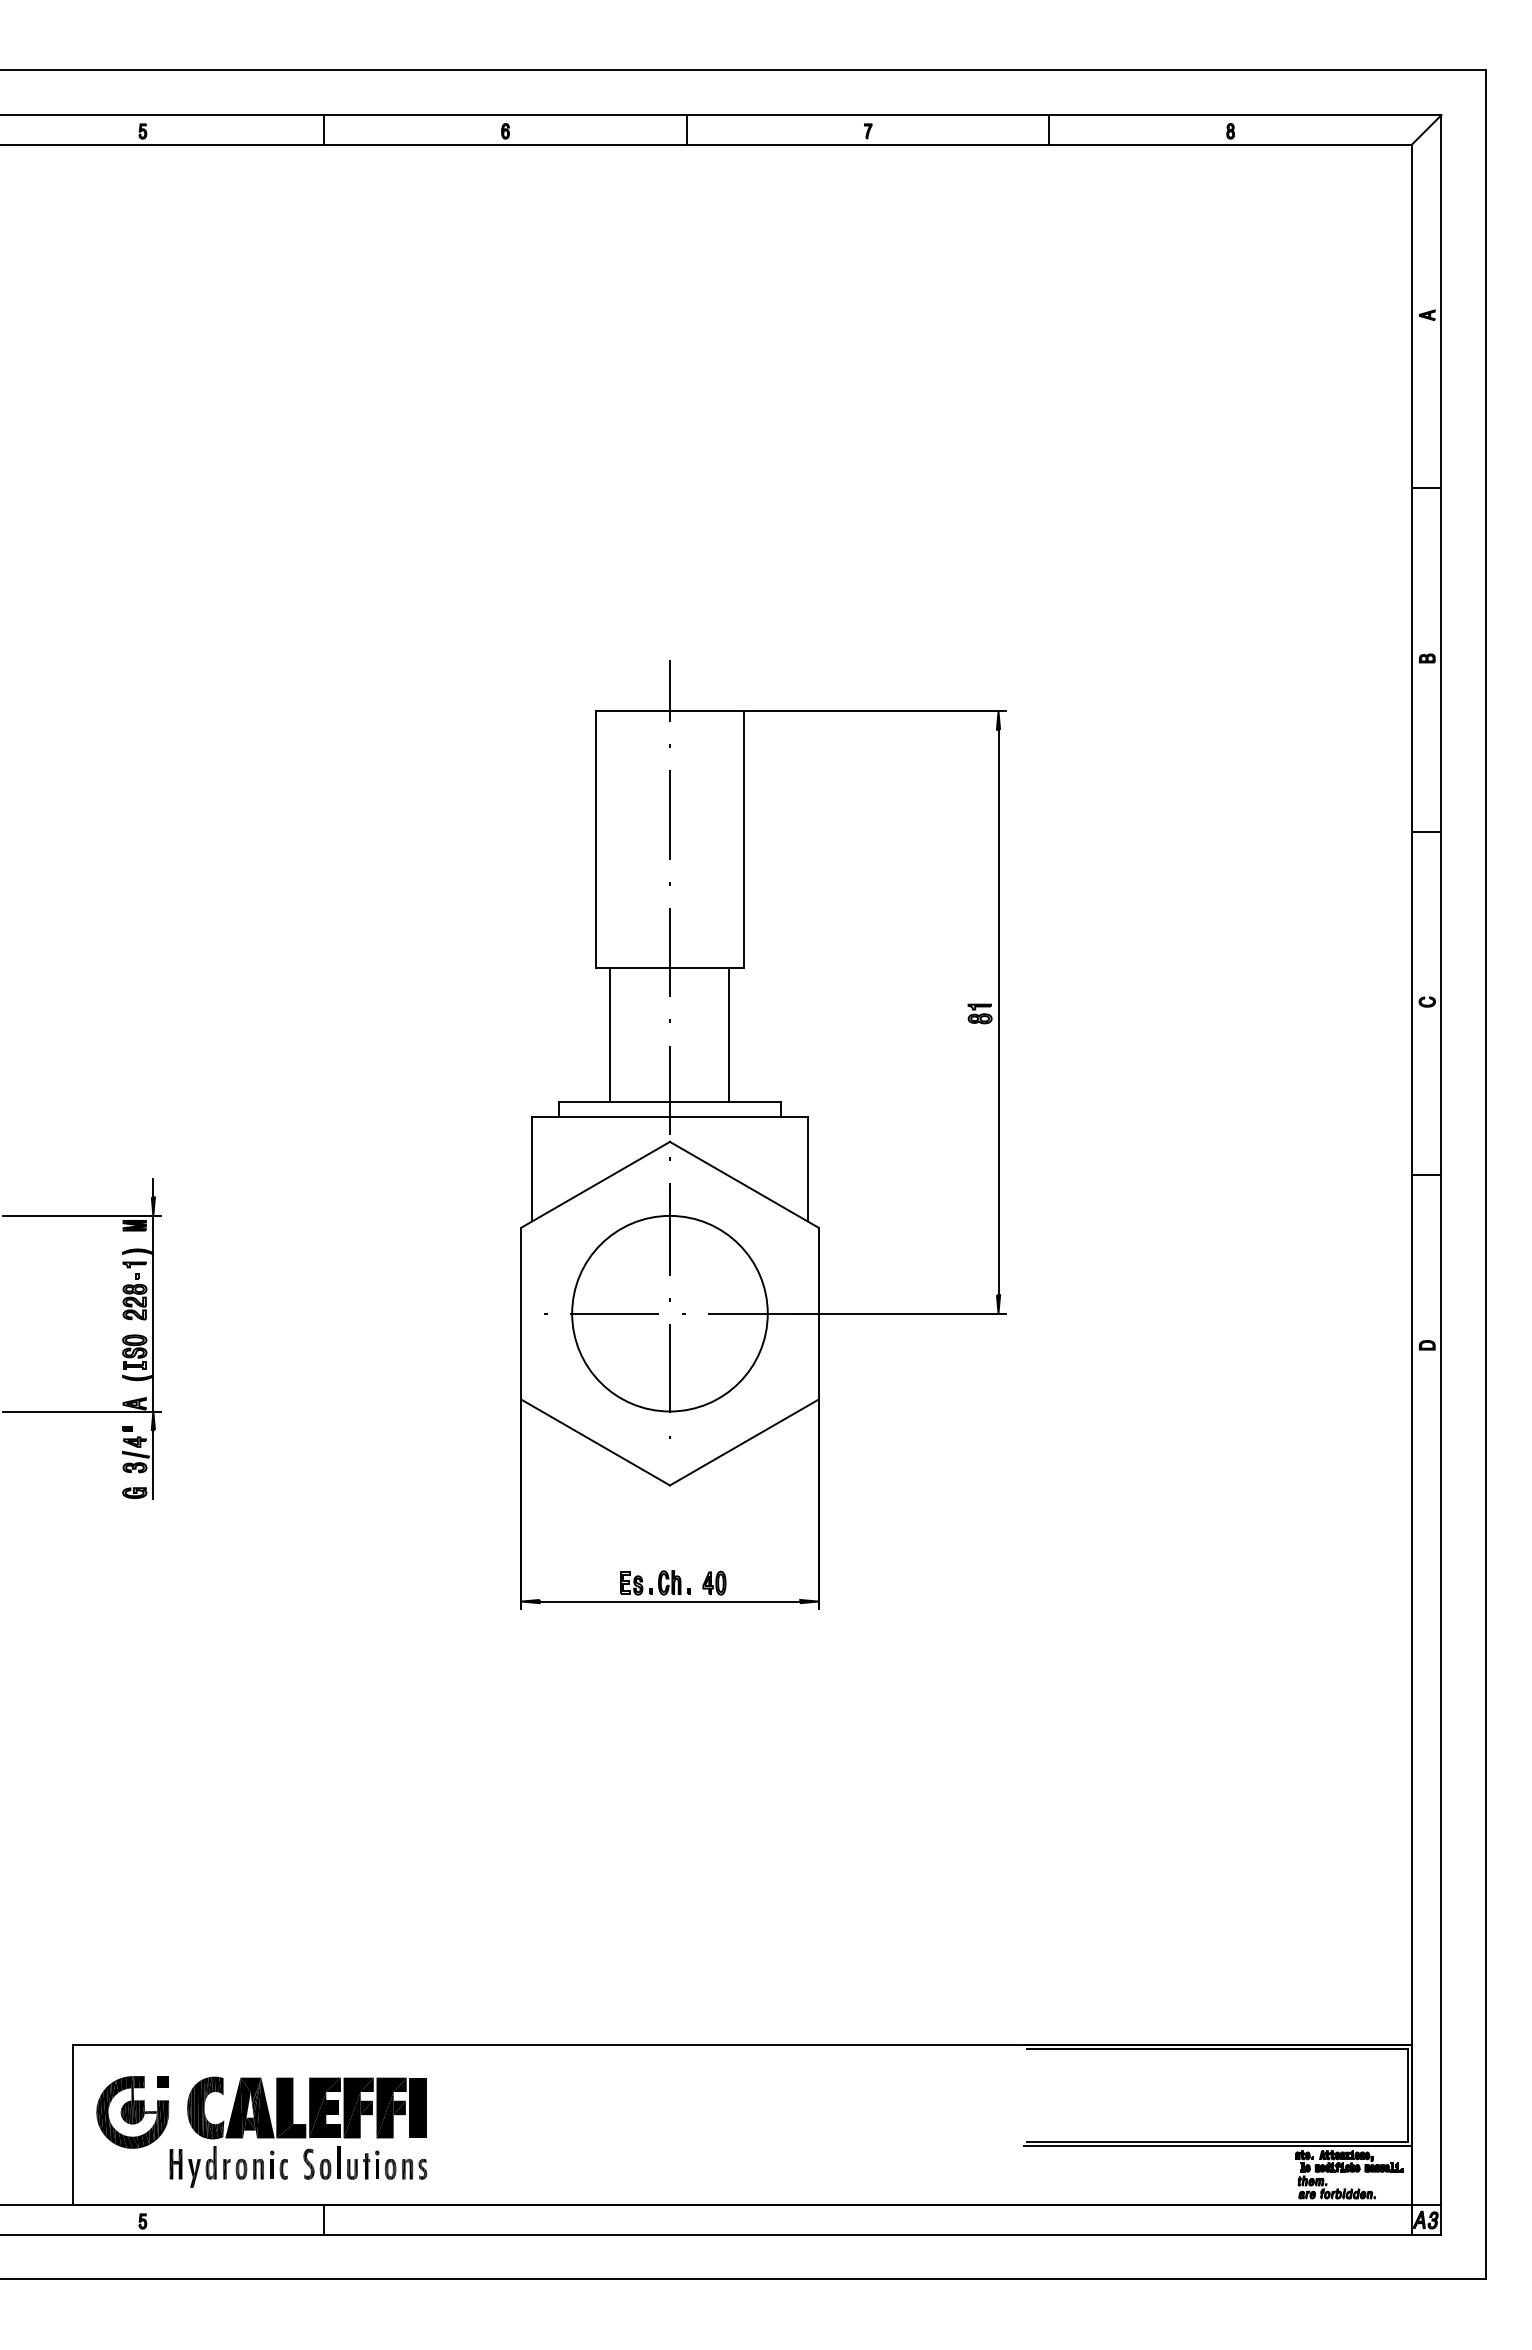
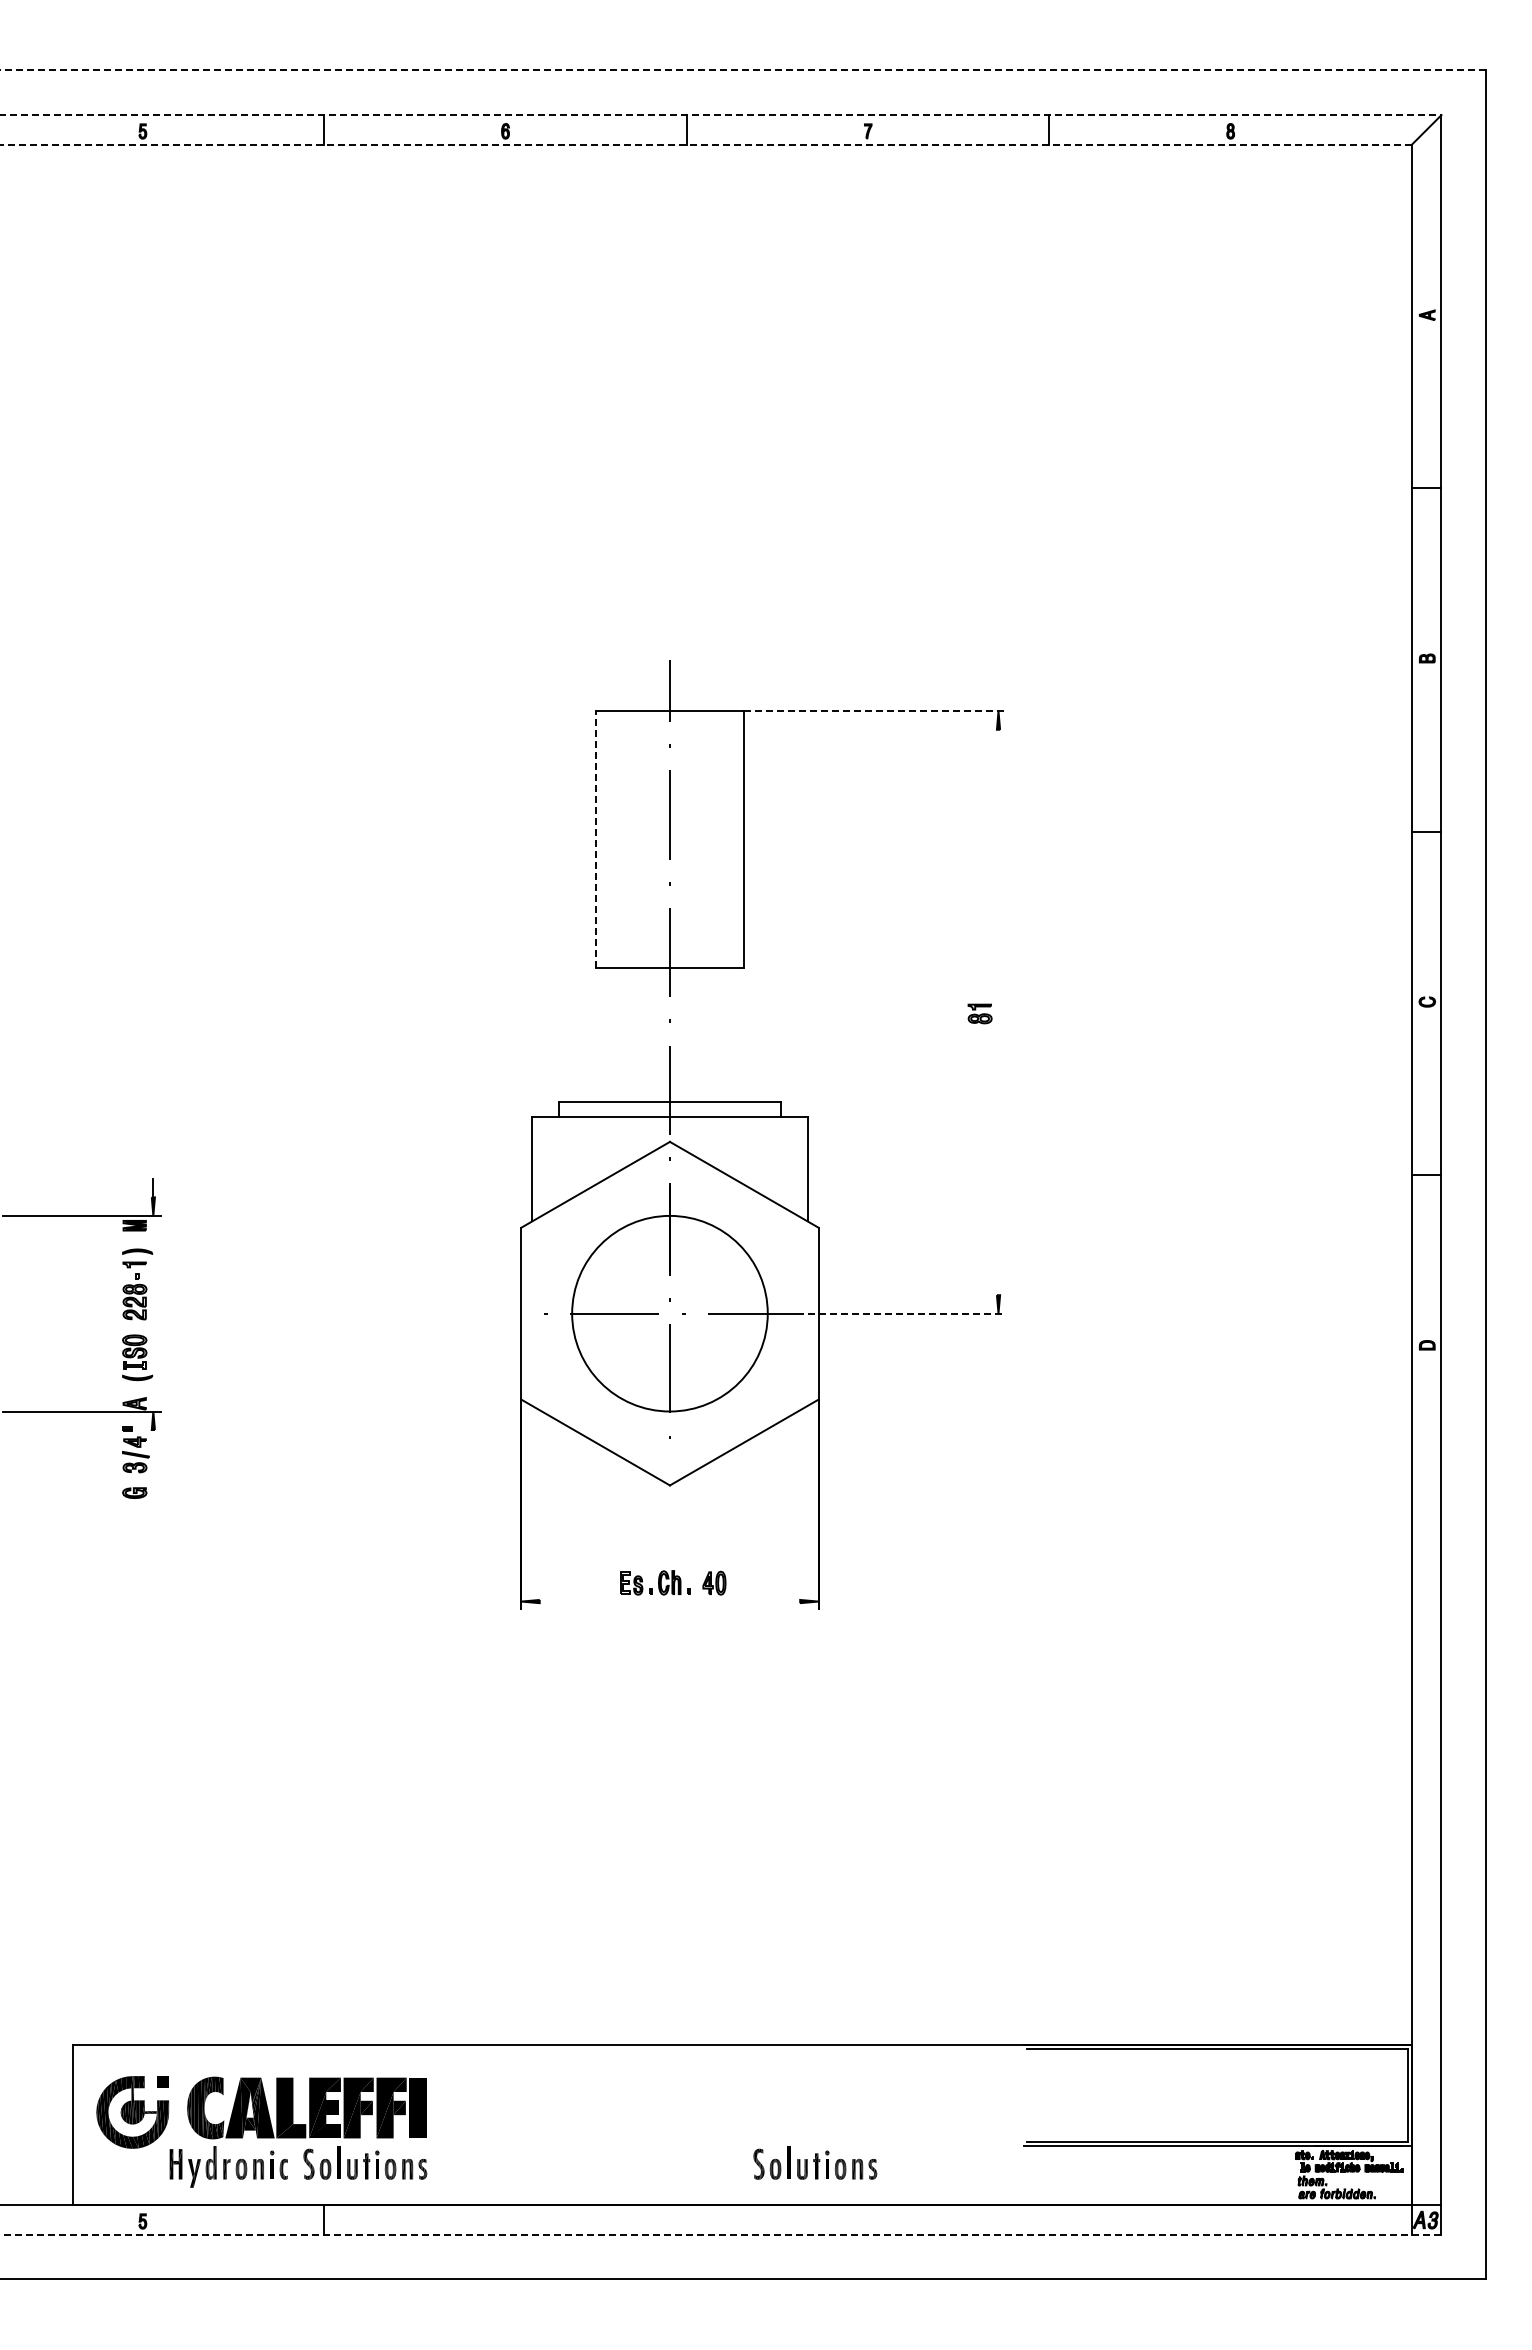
line at (743, 70): solid -> dashed
line at (721, 115): solid -> dashed
line at (705, 144): solid -> dashed
line at (875, 711): solid -> dashed
line at (595, 839): solid -> dashed
line at (998, 1012): present -> none
line at (610, 1034): present -> none
line at (729, 1034): present -> none
line at (153, 1313): present -> none
line at (902, 1313): solid -> dashed
line at (153, 1464): present -> none
line at (669, 1601): present -> none
part at (815, 2162): none -> present
line at (720, 2234): solid -> dashed
